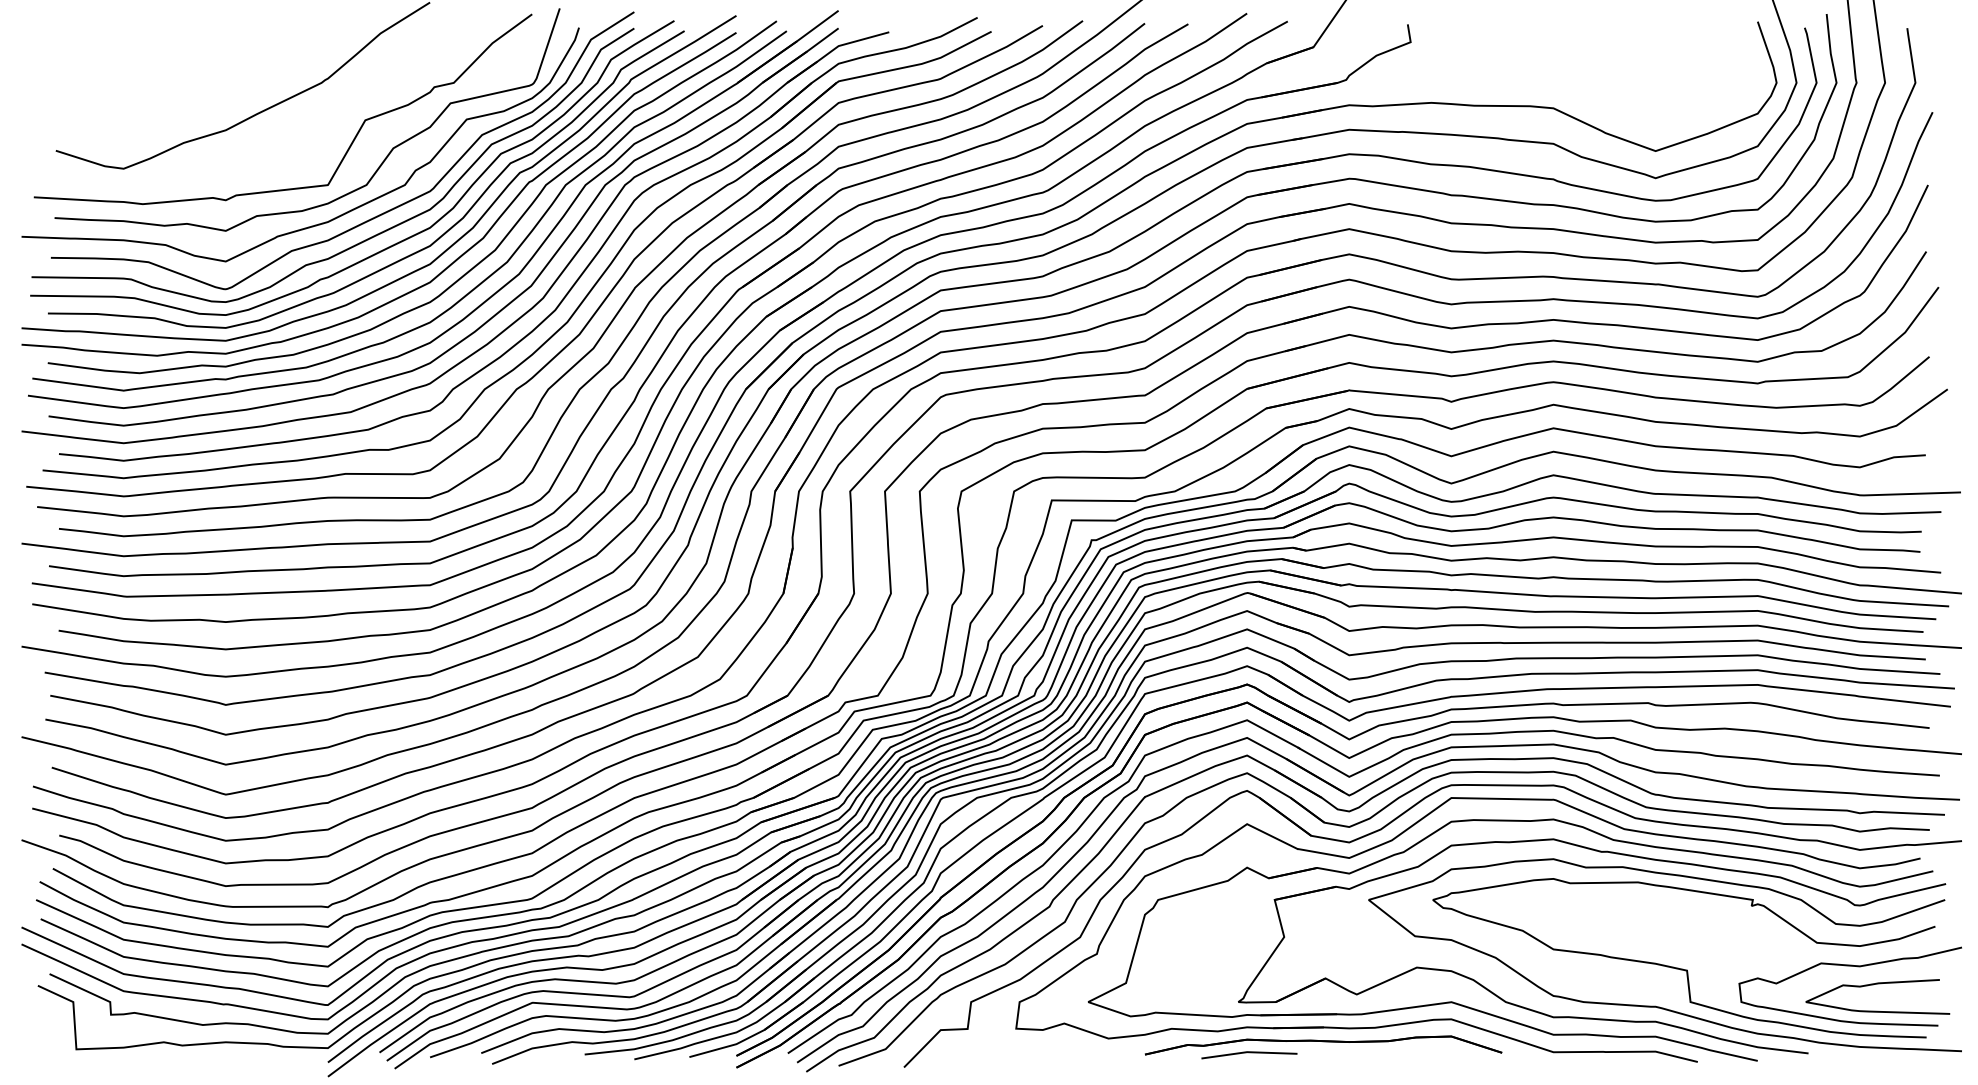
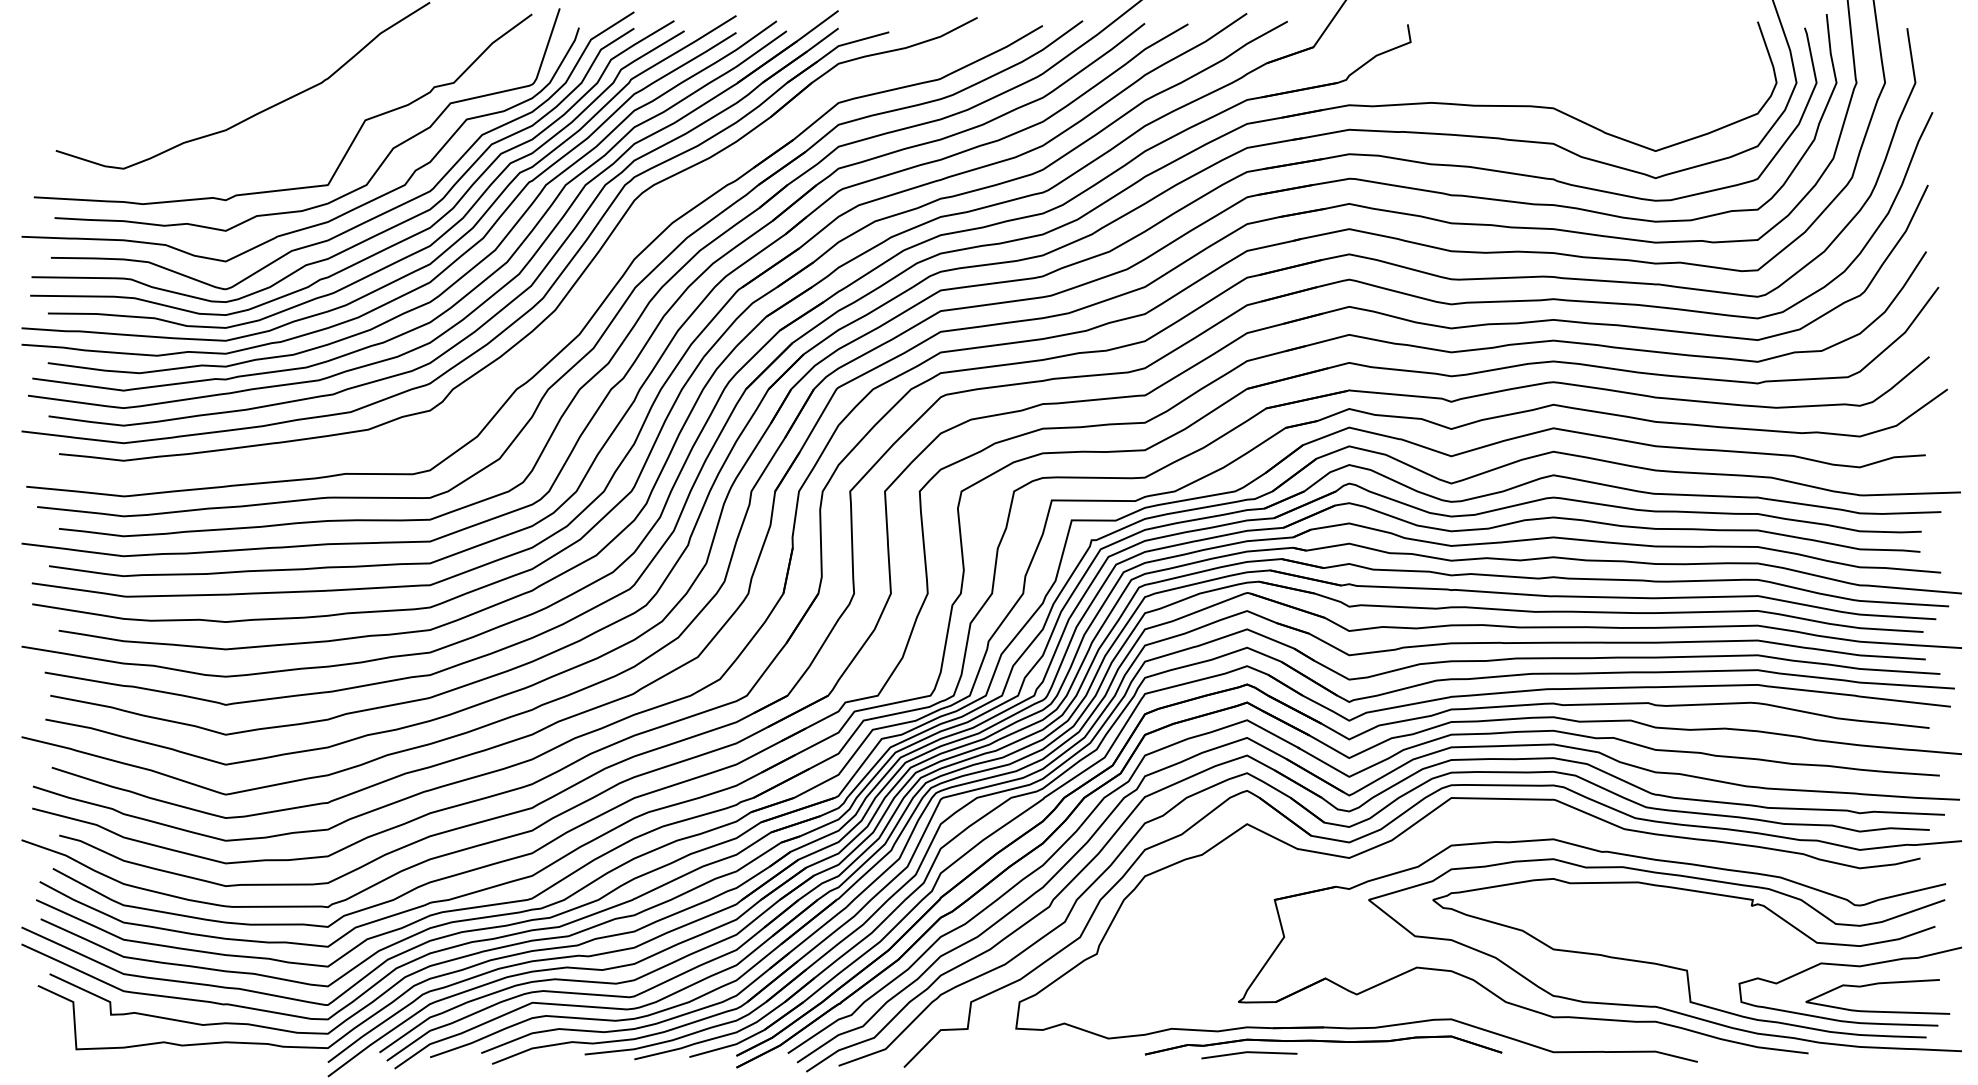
part at (580, 302): present -> none
part at (1491, 1013): present -> none
